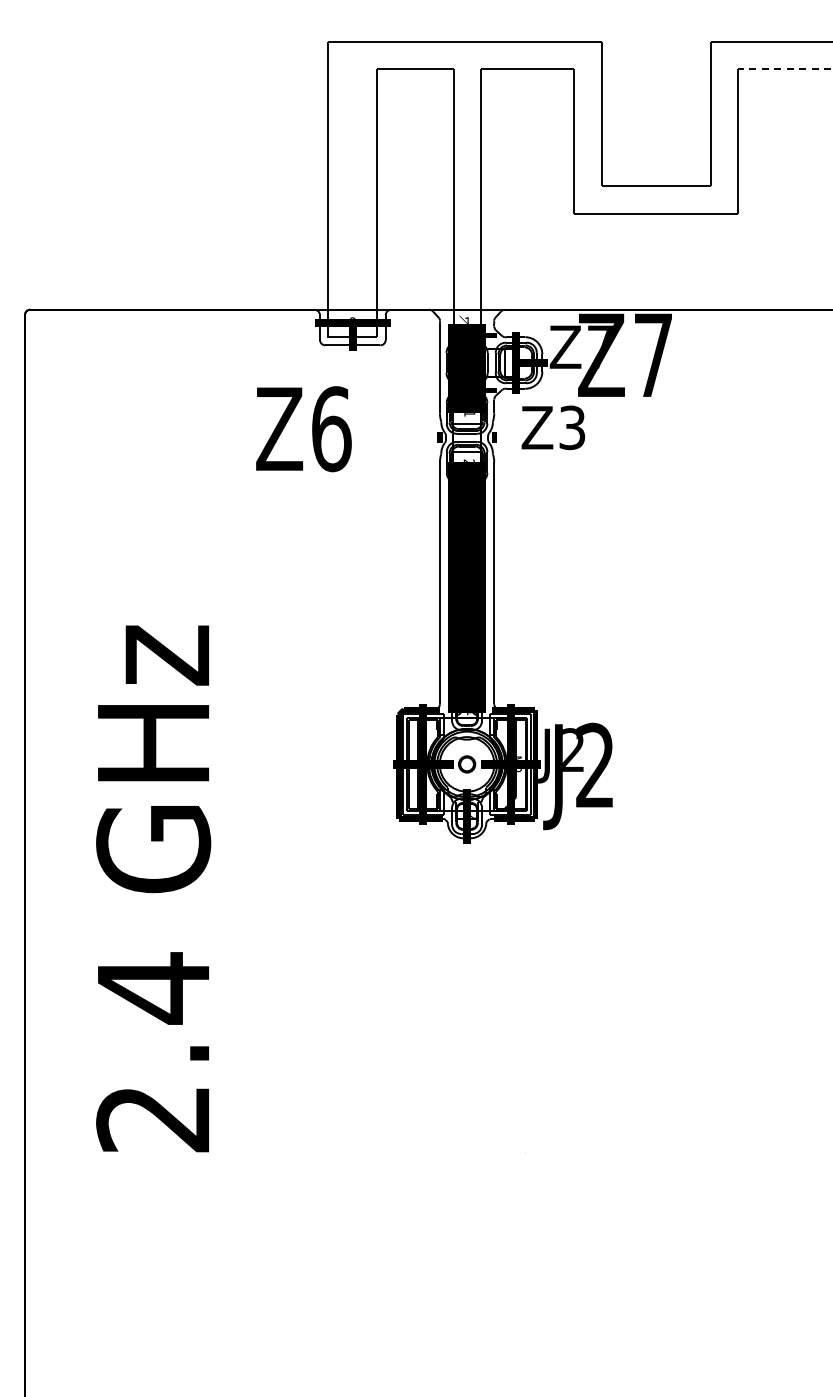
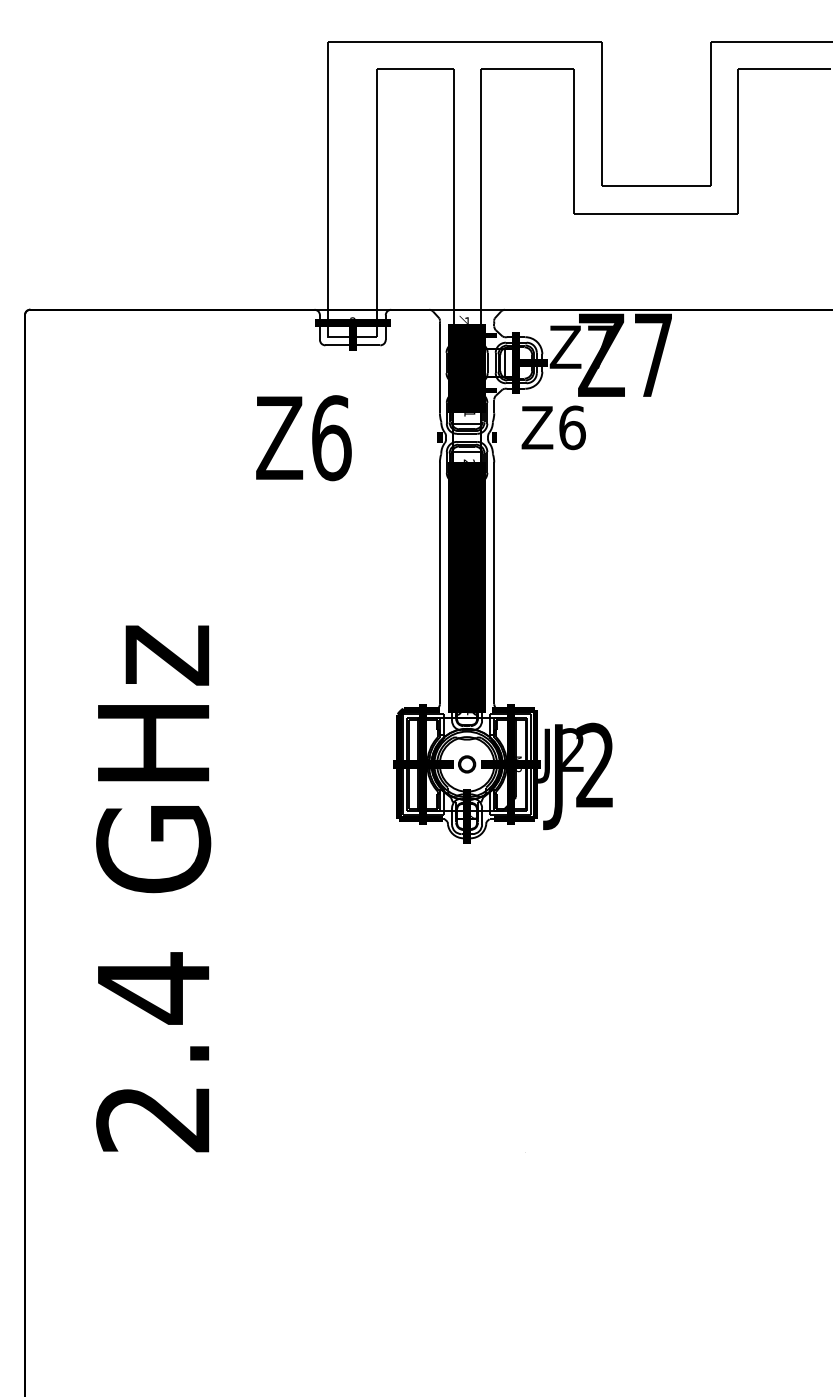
line at (784, 69): dashed -> solid
text at (572, 427): Z3 -> Z6
text at (303, 429) position: (303, 429) -> (303, 438)
